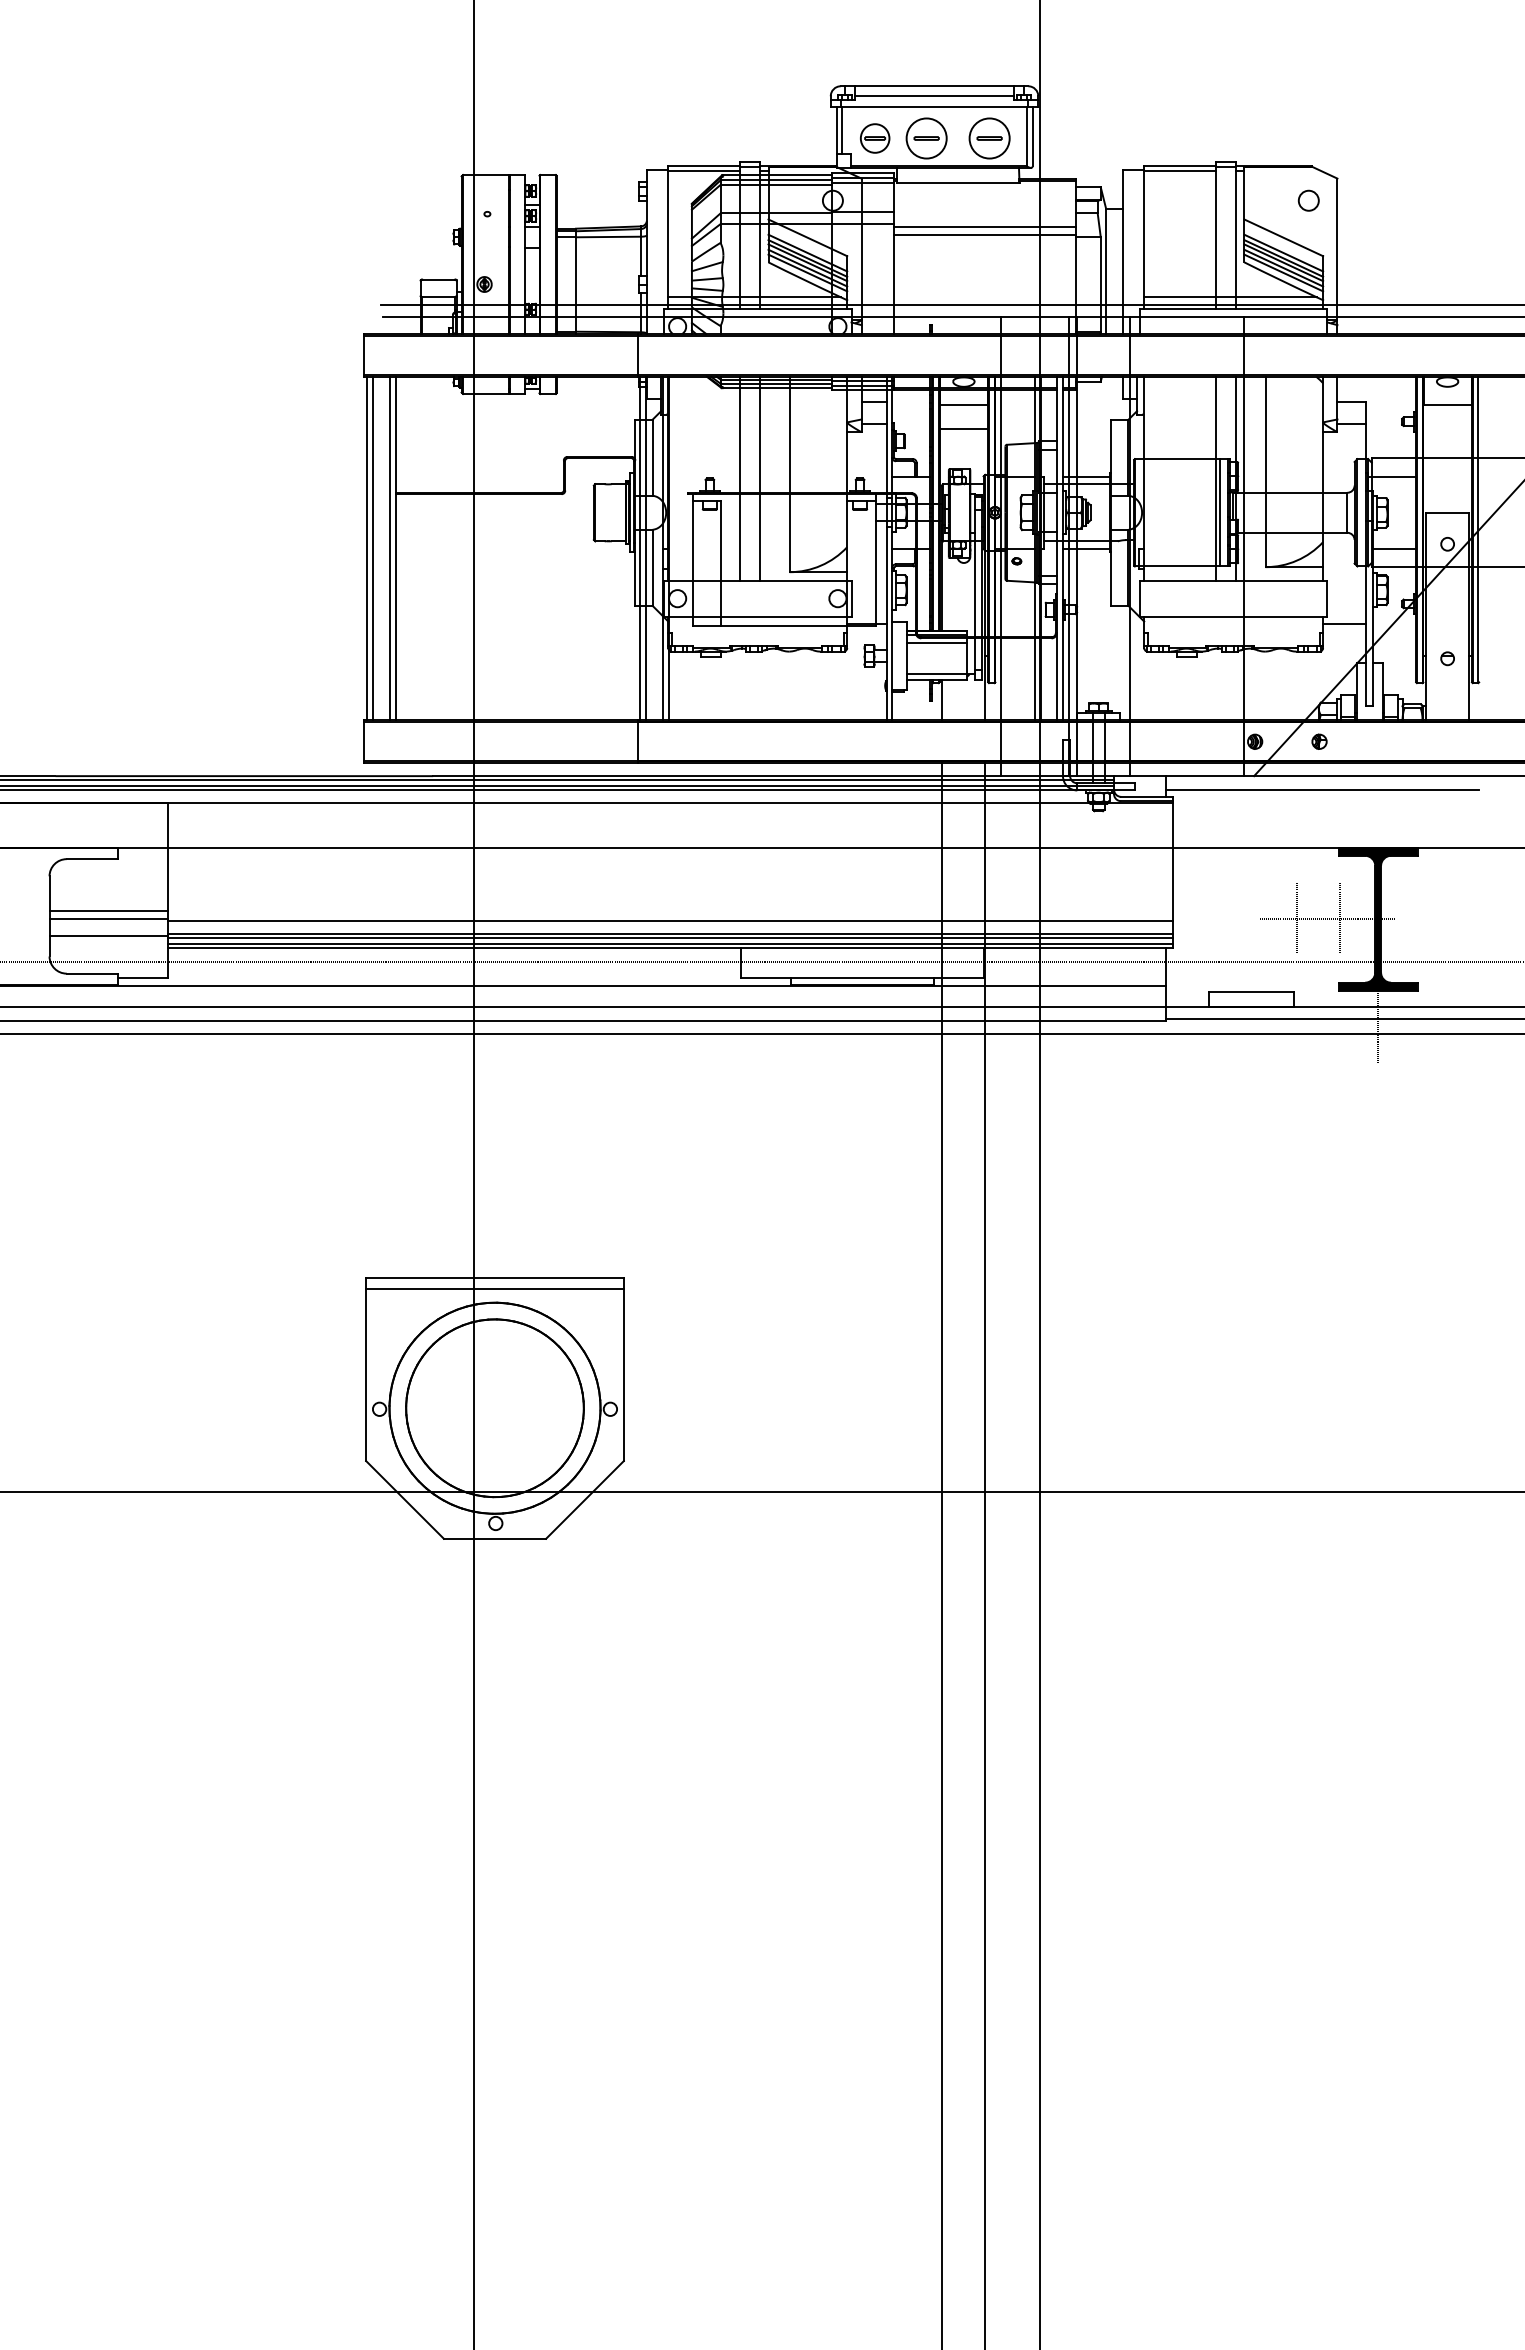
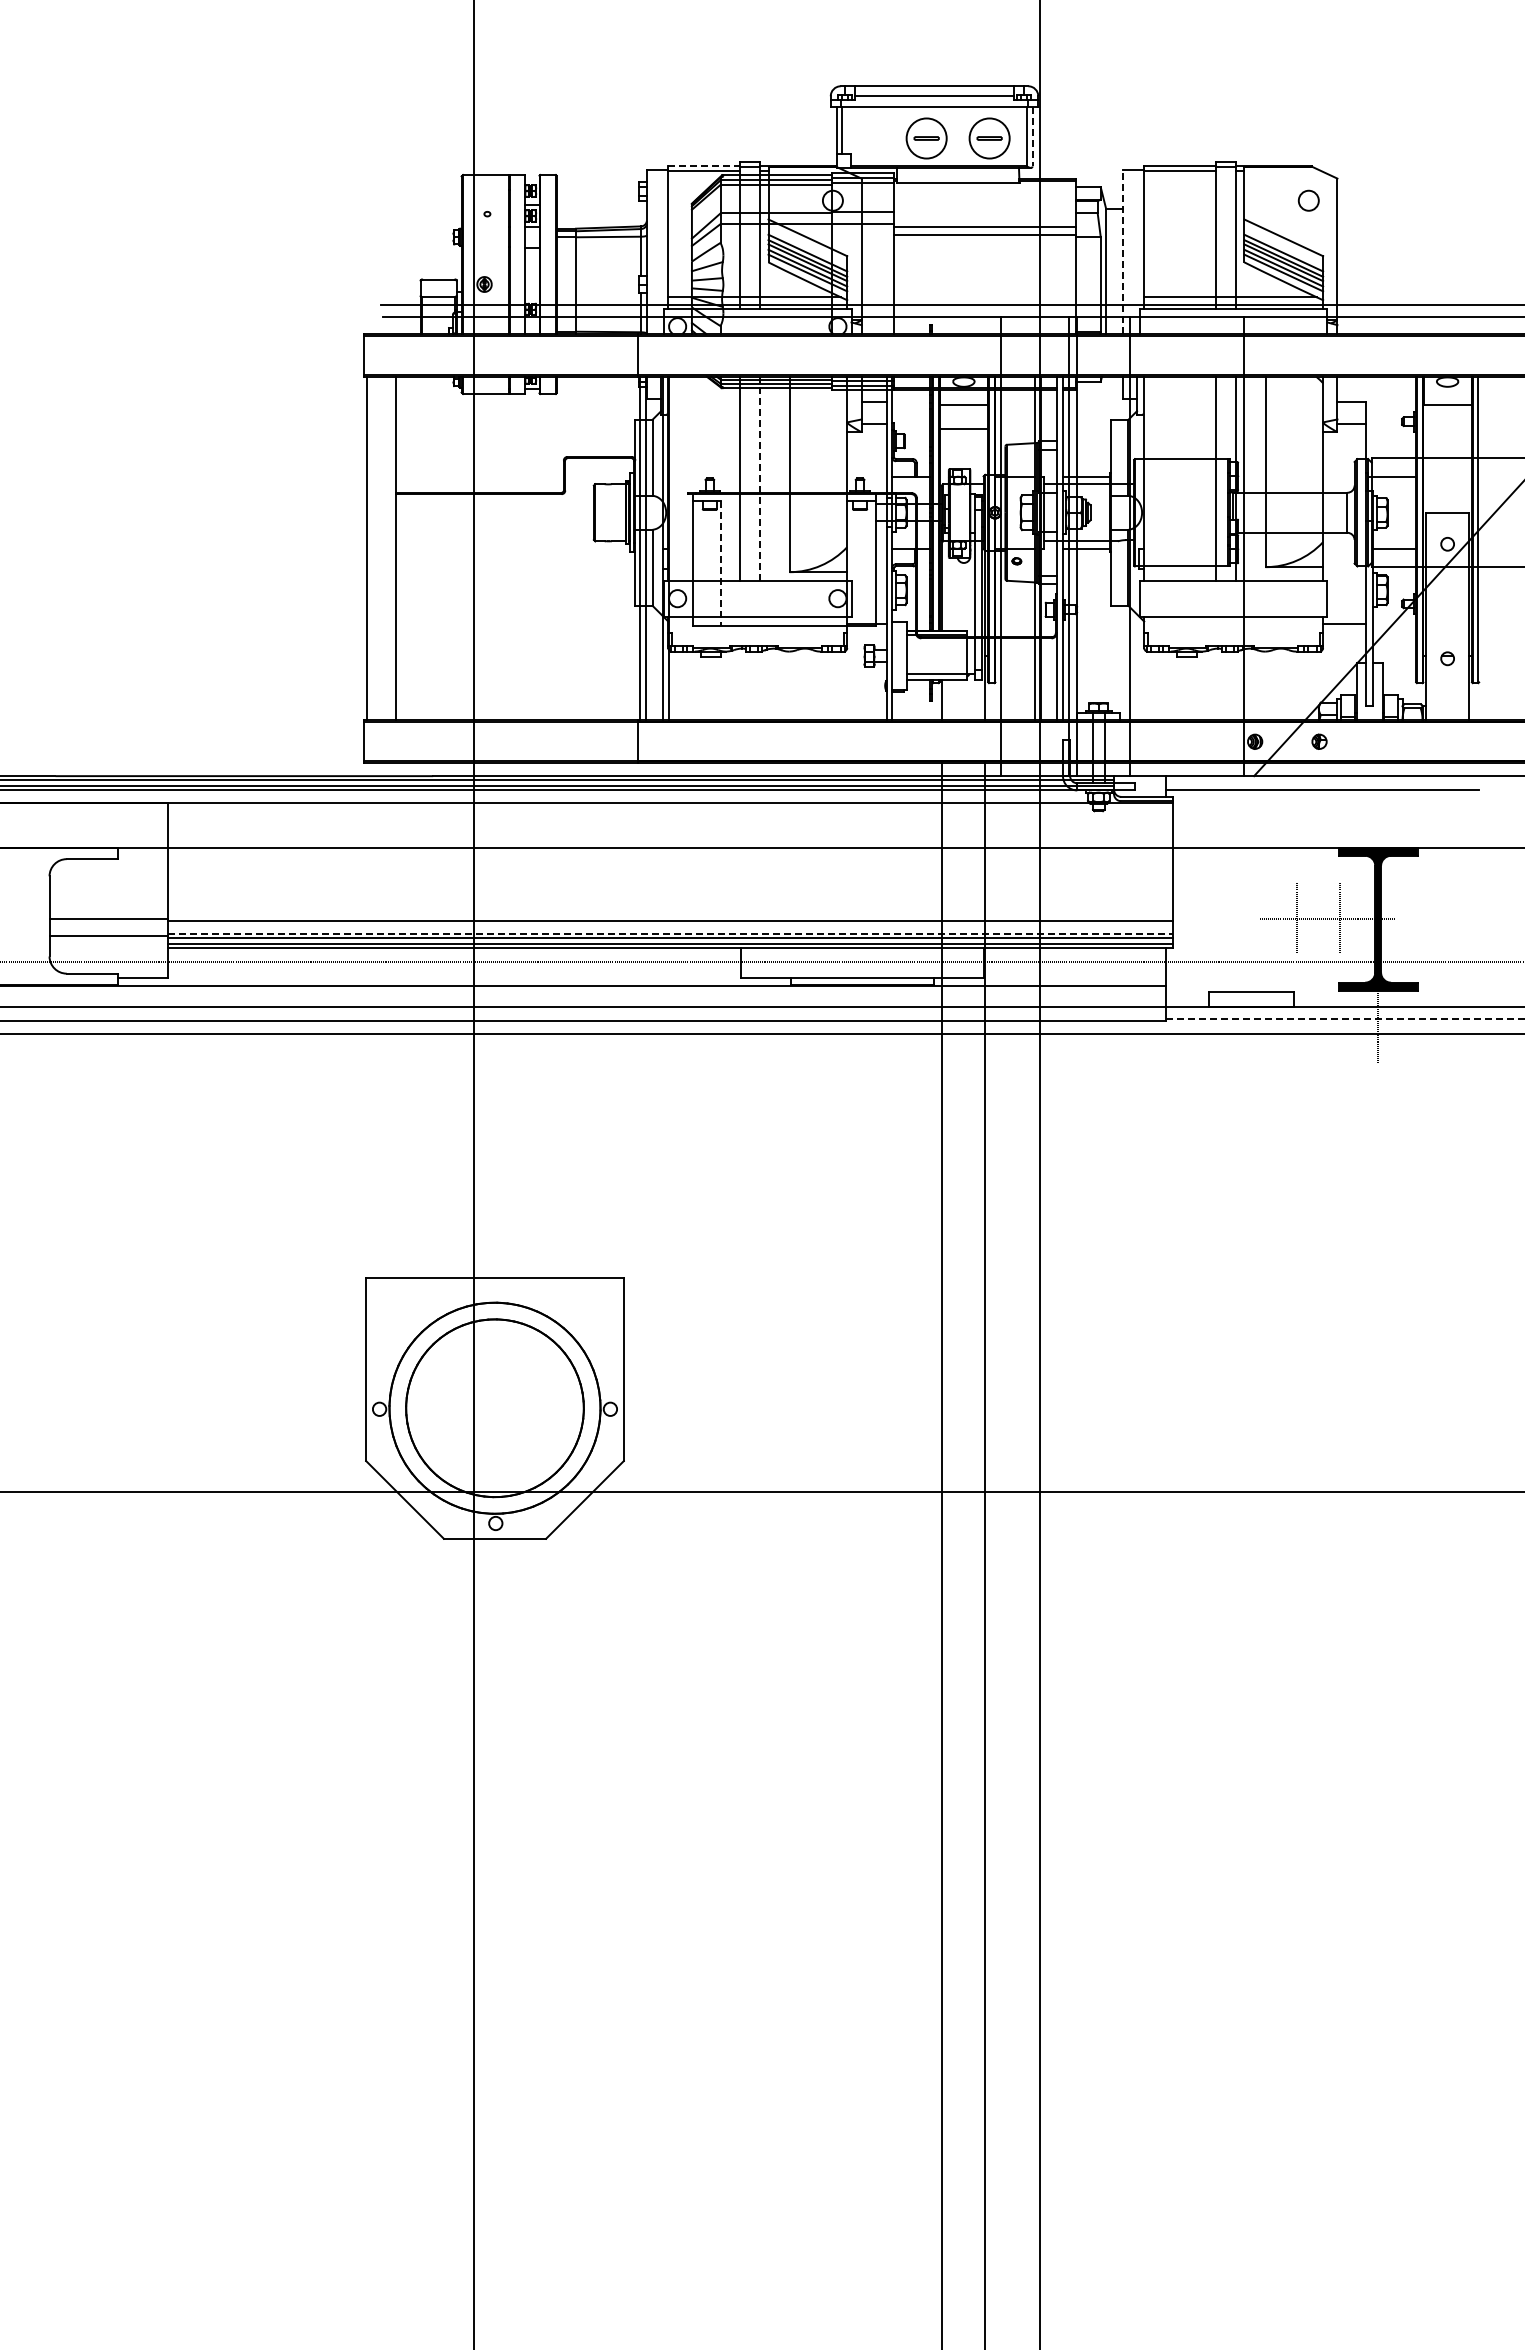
line at (1032, 136): solid -> dashed
part at (875, 138): present -> none
line at (704, 166): solid -> dashed
line at (1122, 251): solid -> dashed
line at (759, 478): solid -> dashed
line at (1220, 512): present -> none
line at (372, 548): present -> none
line at (389, 548): present -> none
line at (721, 564): solid -> dashed
line at (936, 643): present -> none
line at (108, 910): present -> none
line at (670, 933): solid -> dashed
line at (1344, 1019): solid -> dashed
line at (494, 1288): present -> none
